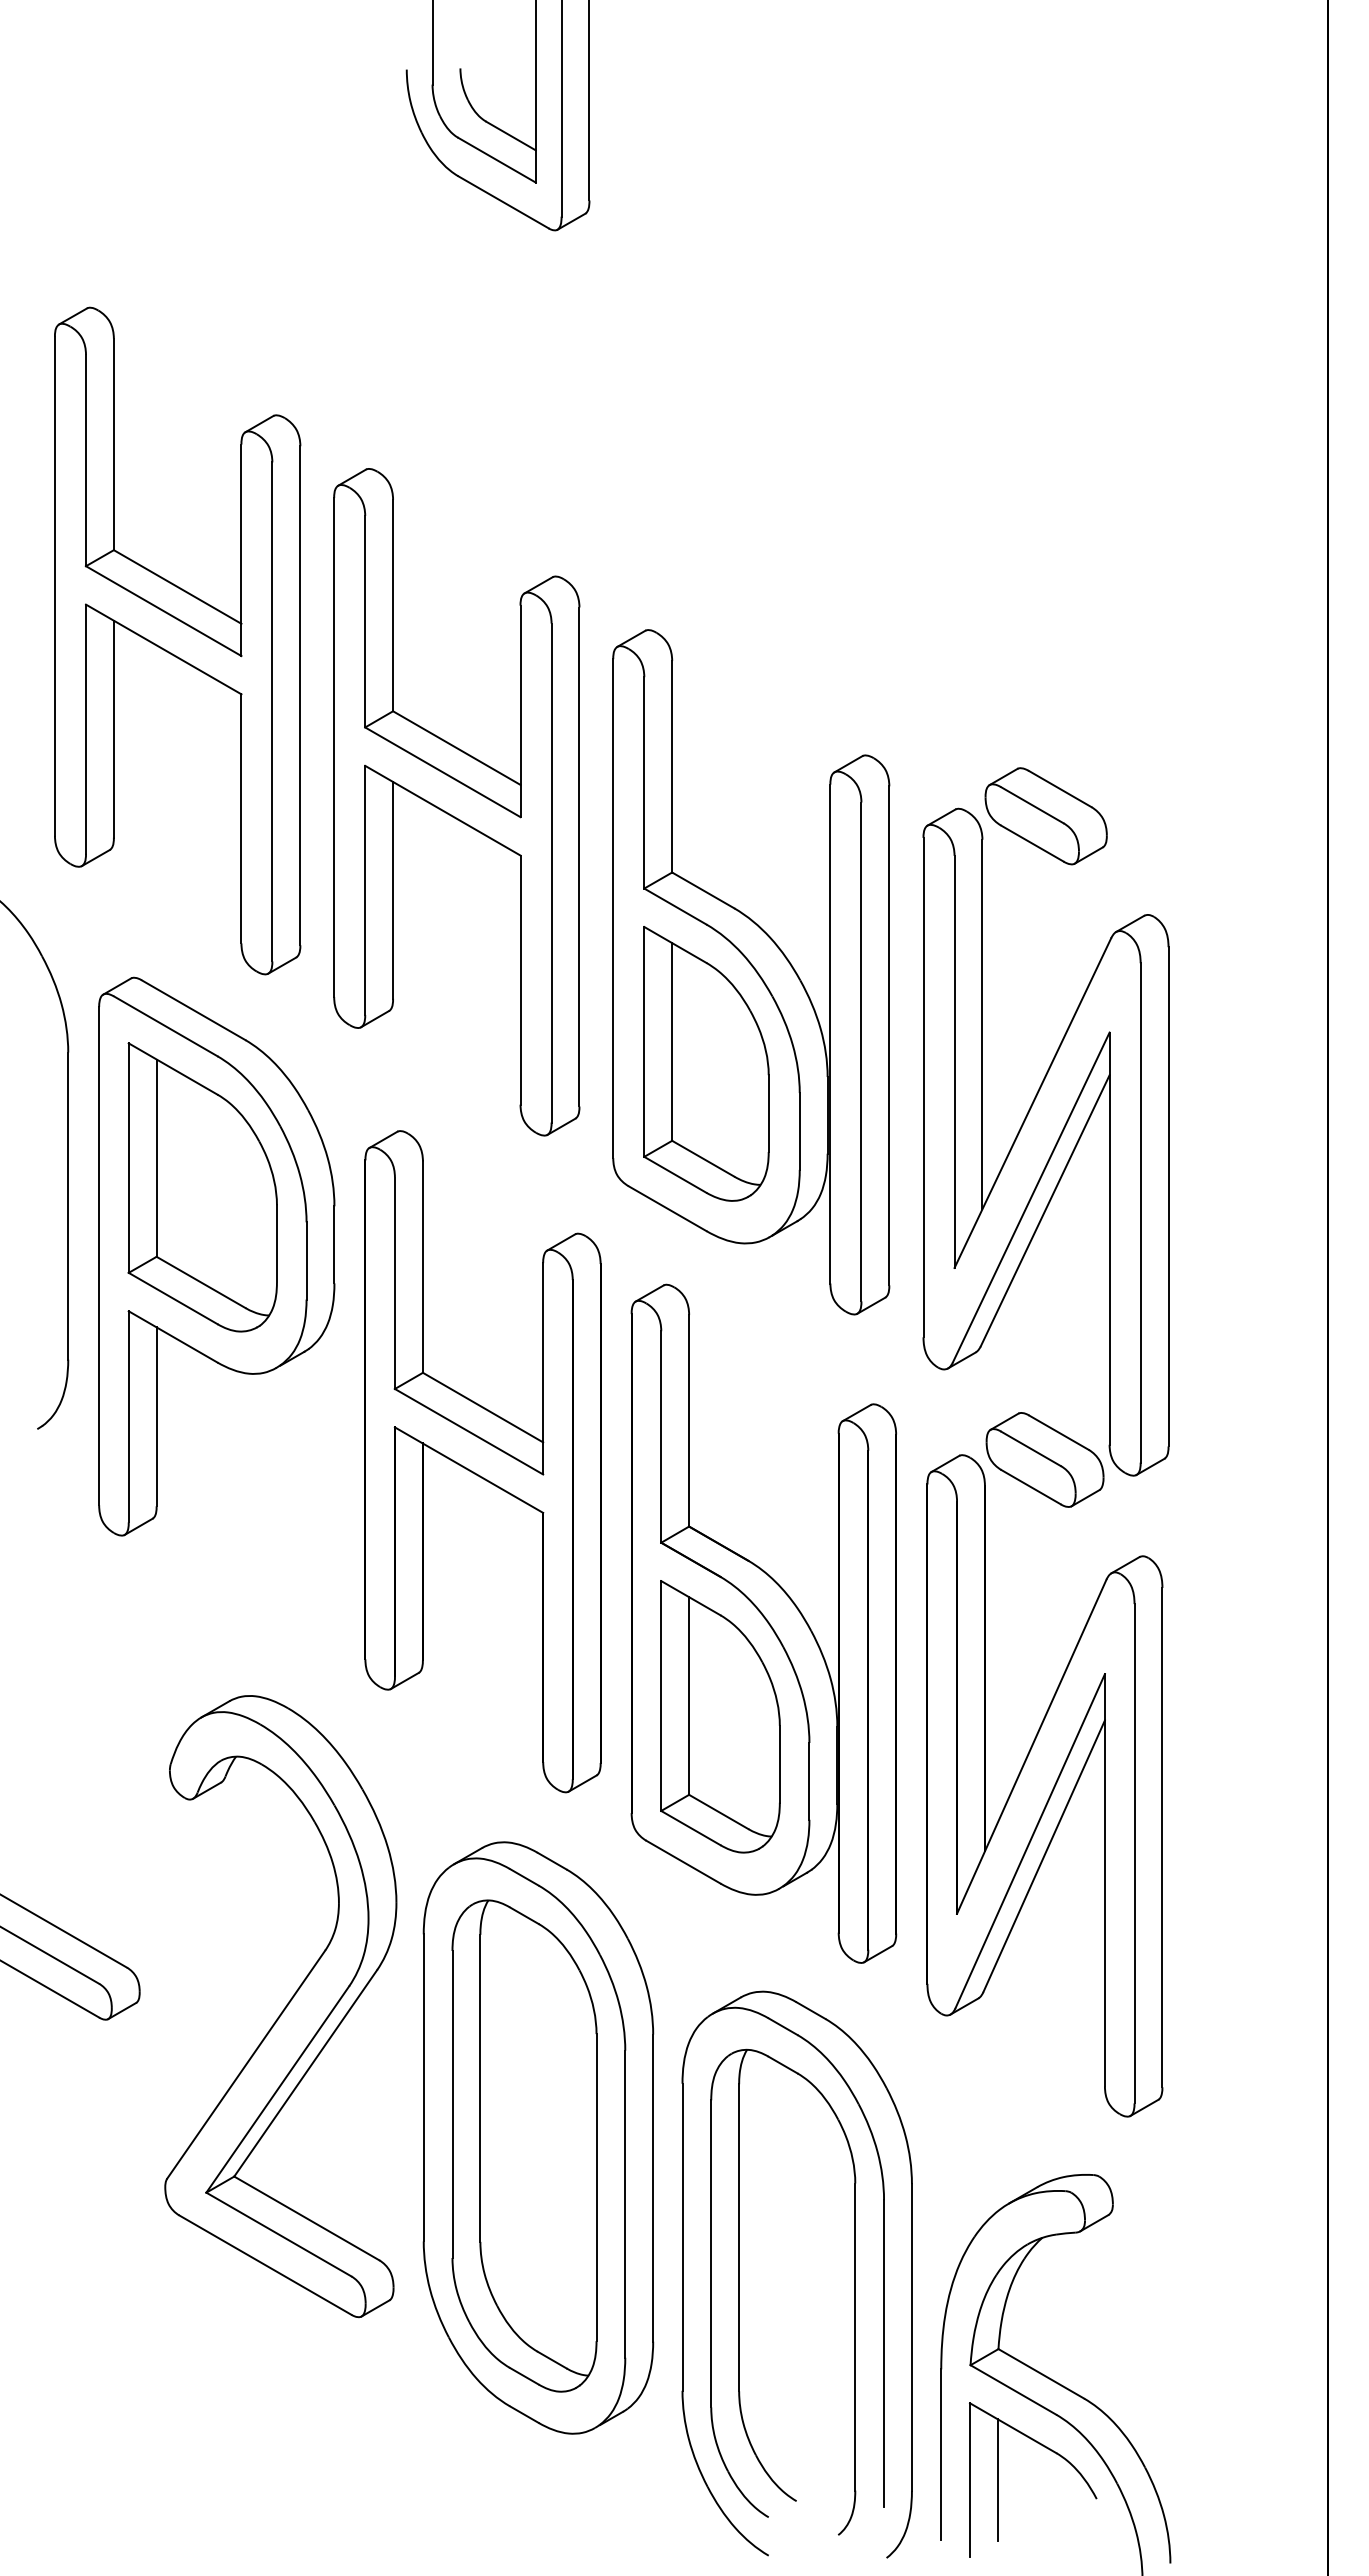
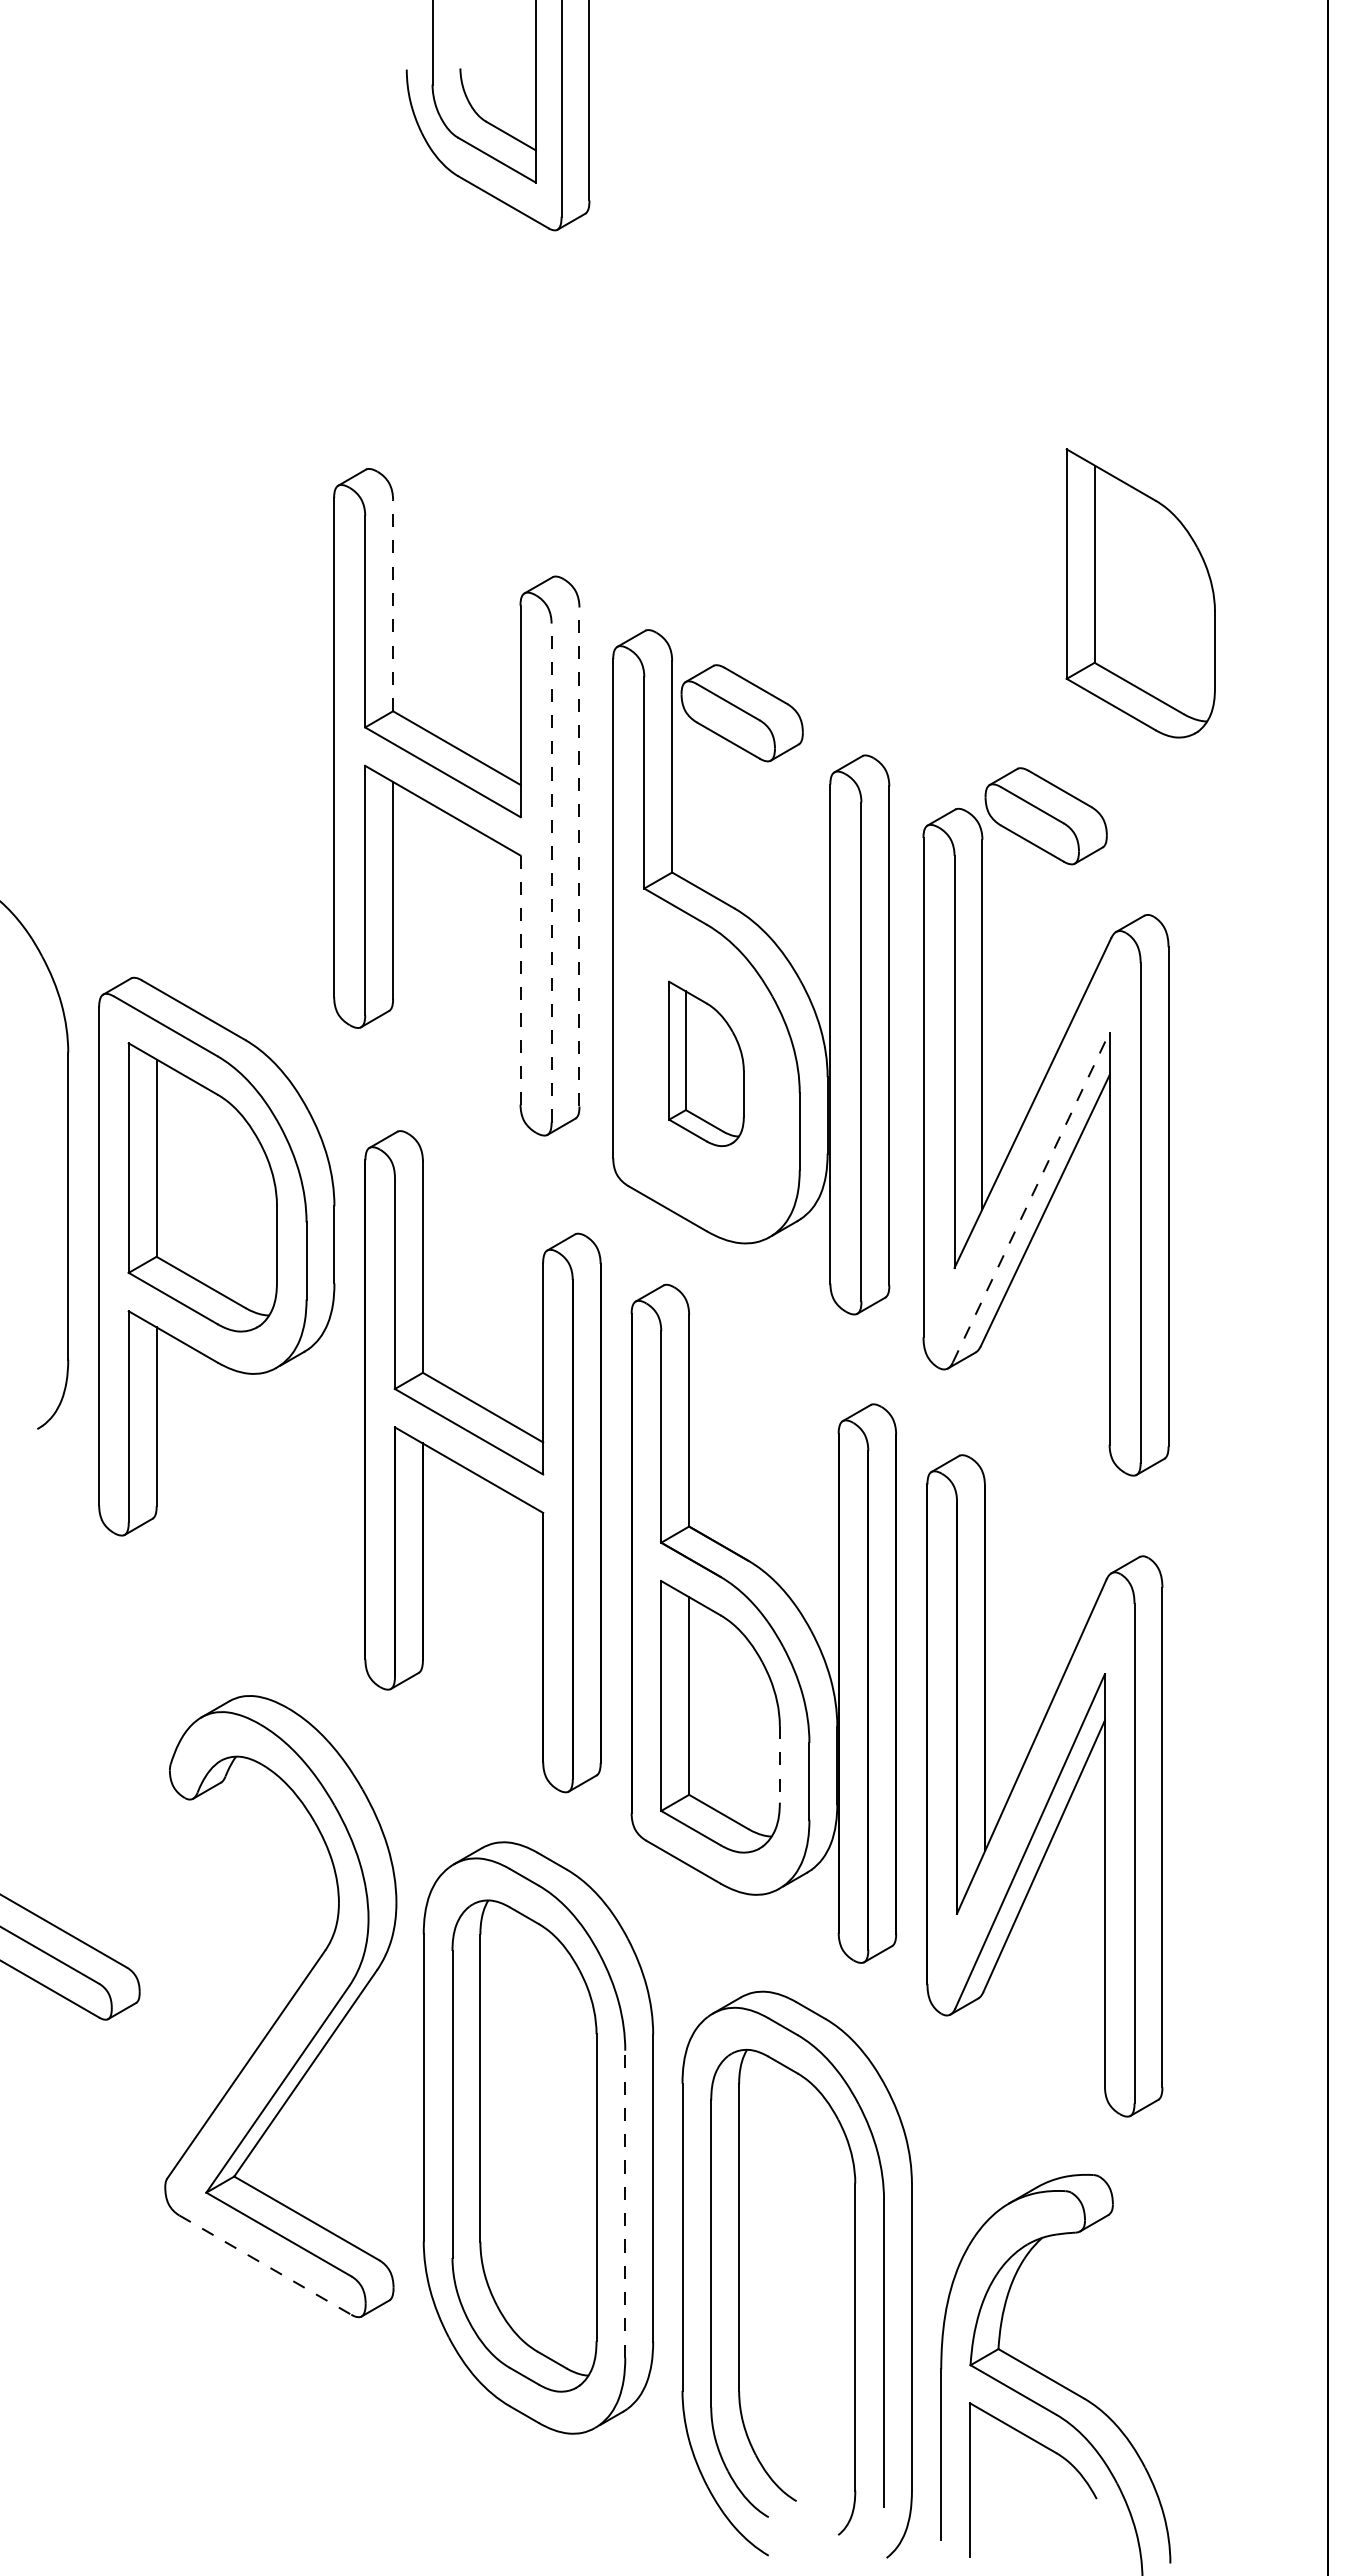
part at (1140, 593): none -> present
line at (393, 605): solid -> dashed
part at (177, 640): present -> none
part at (741, 713): none -> present
line at (579, 856): solid -> dashed
line at (551, 872): solid -> dashed
line at (520, 980): solid -> dashed
part at (706, 1063) size: 127x276 px -> 77x167 px
line at (1031, 1197): solid -> dashed
part at (1044, 1459): present -> none
line at (779, 1764): solid -> dashed
line at (625, 2204): solid -> dashed
line at (265, 2265): solid -> dashed
line at (997, 2479): present -> none
